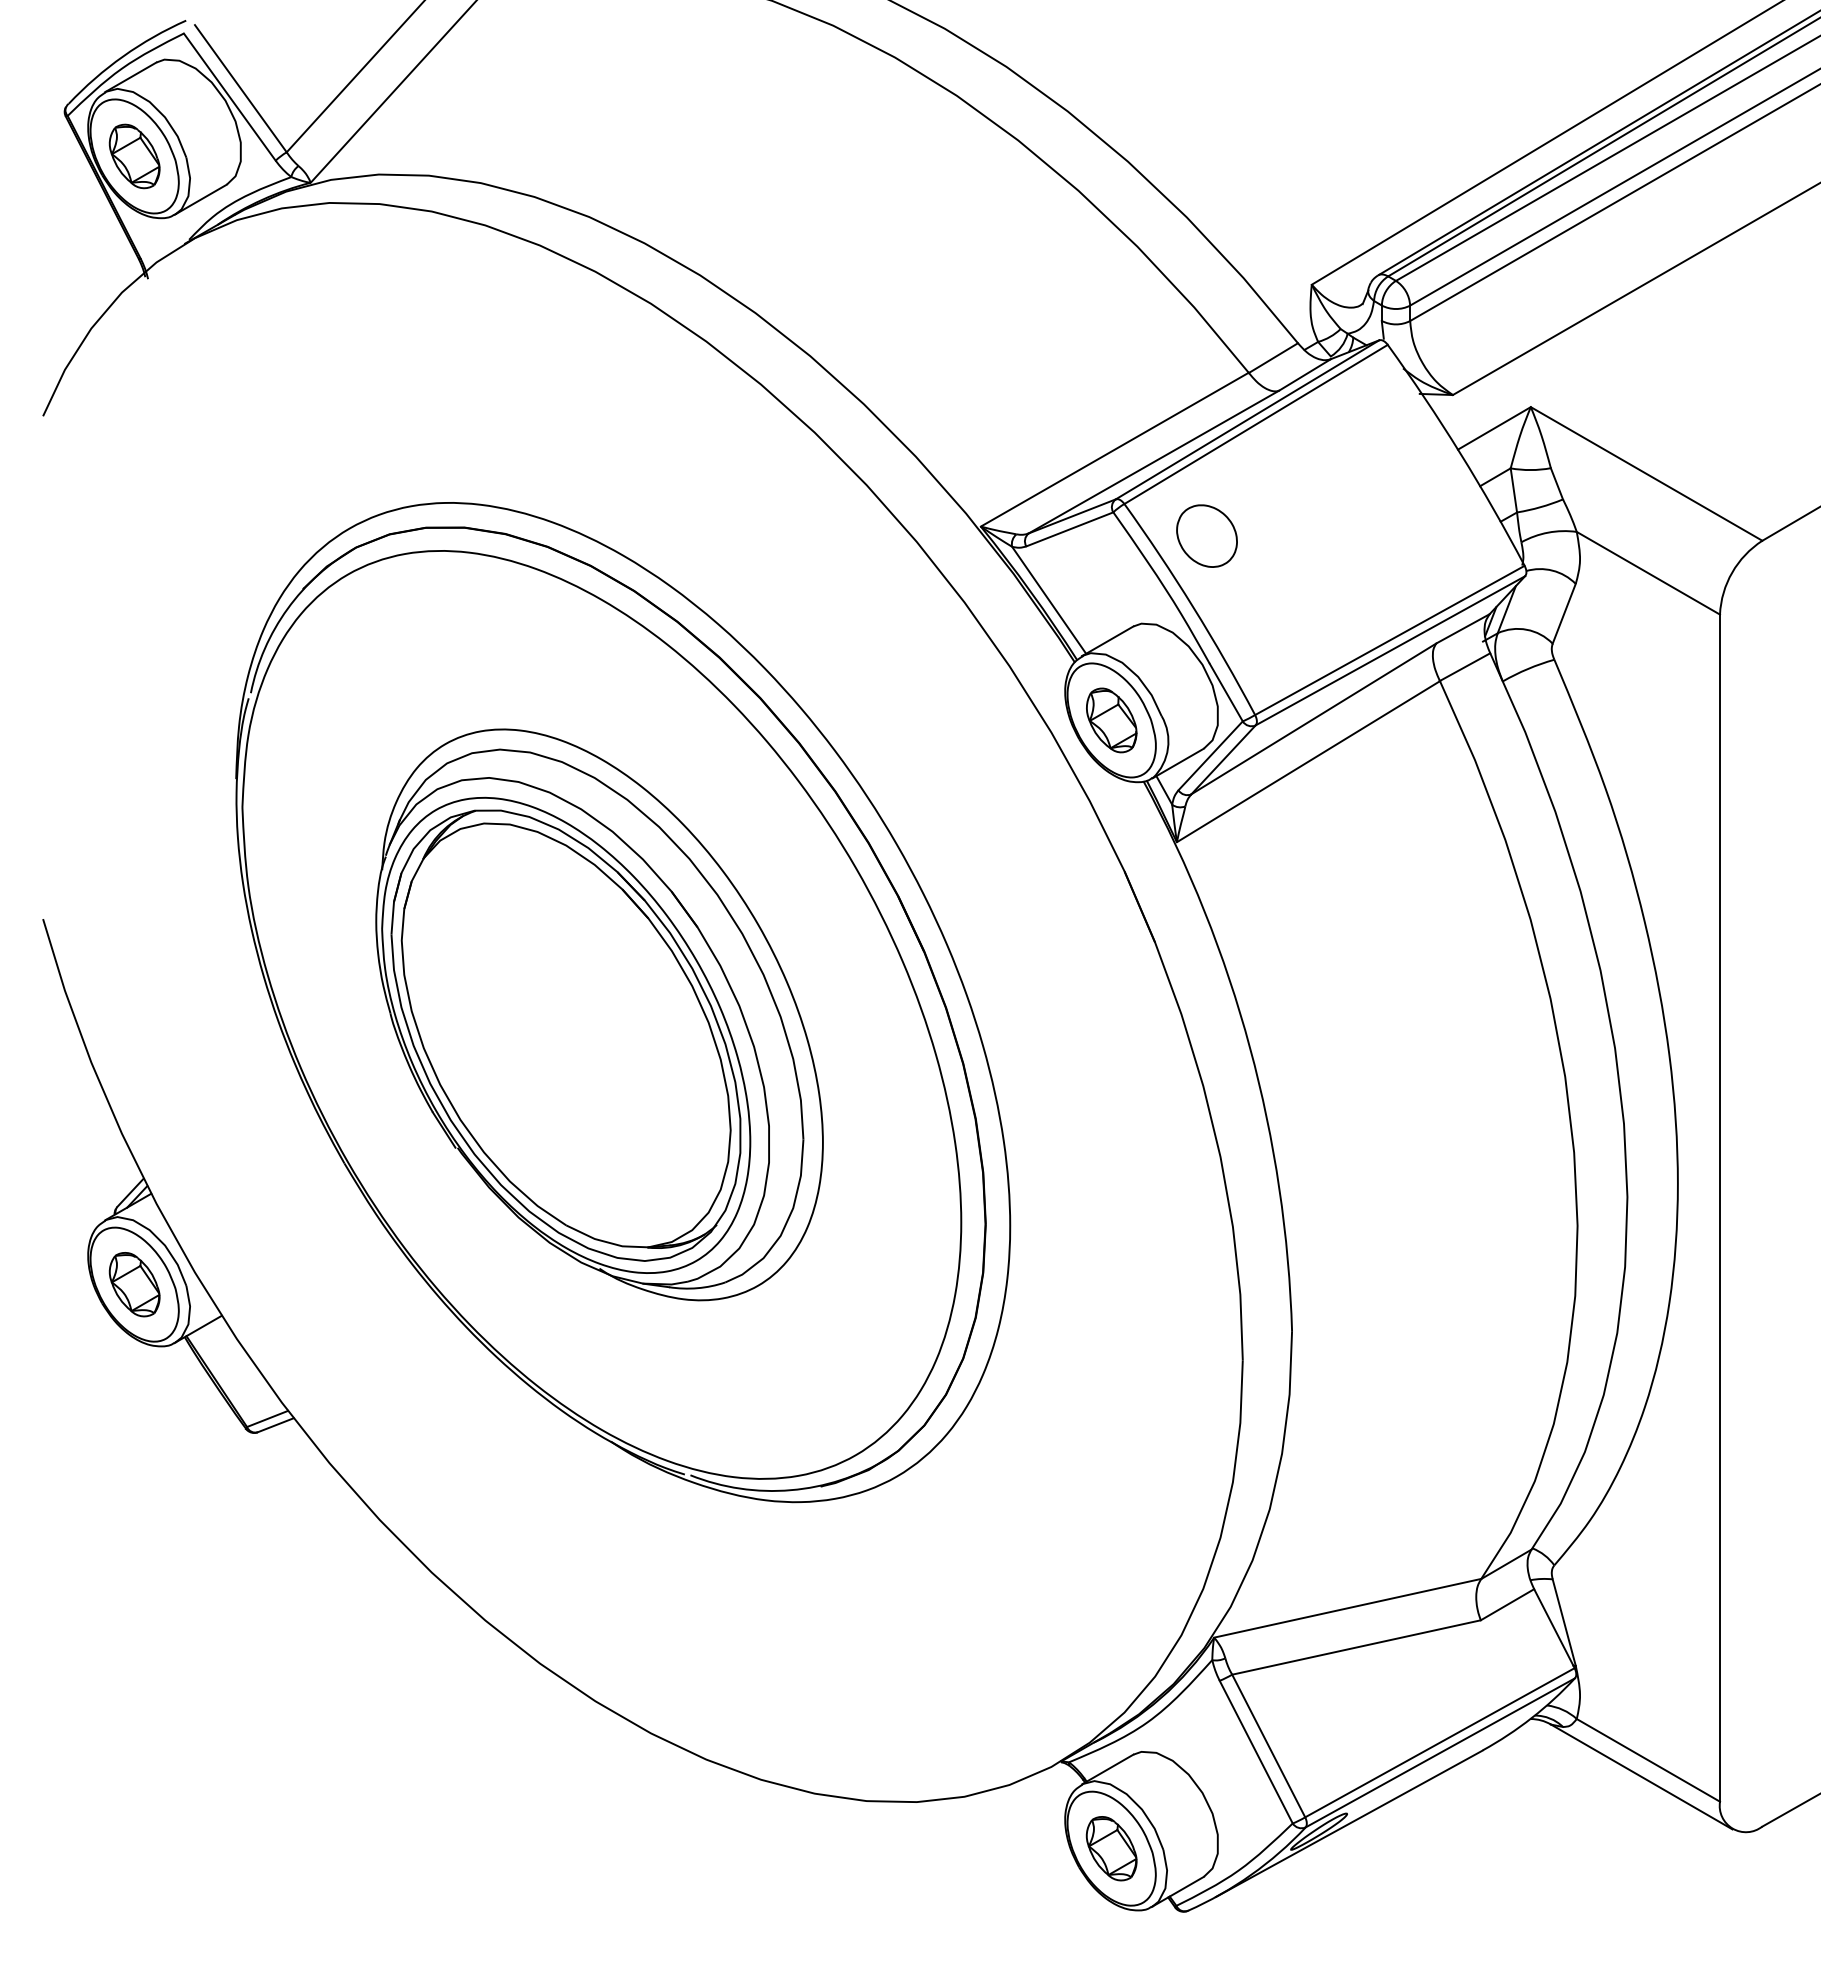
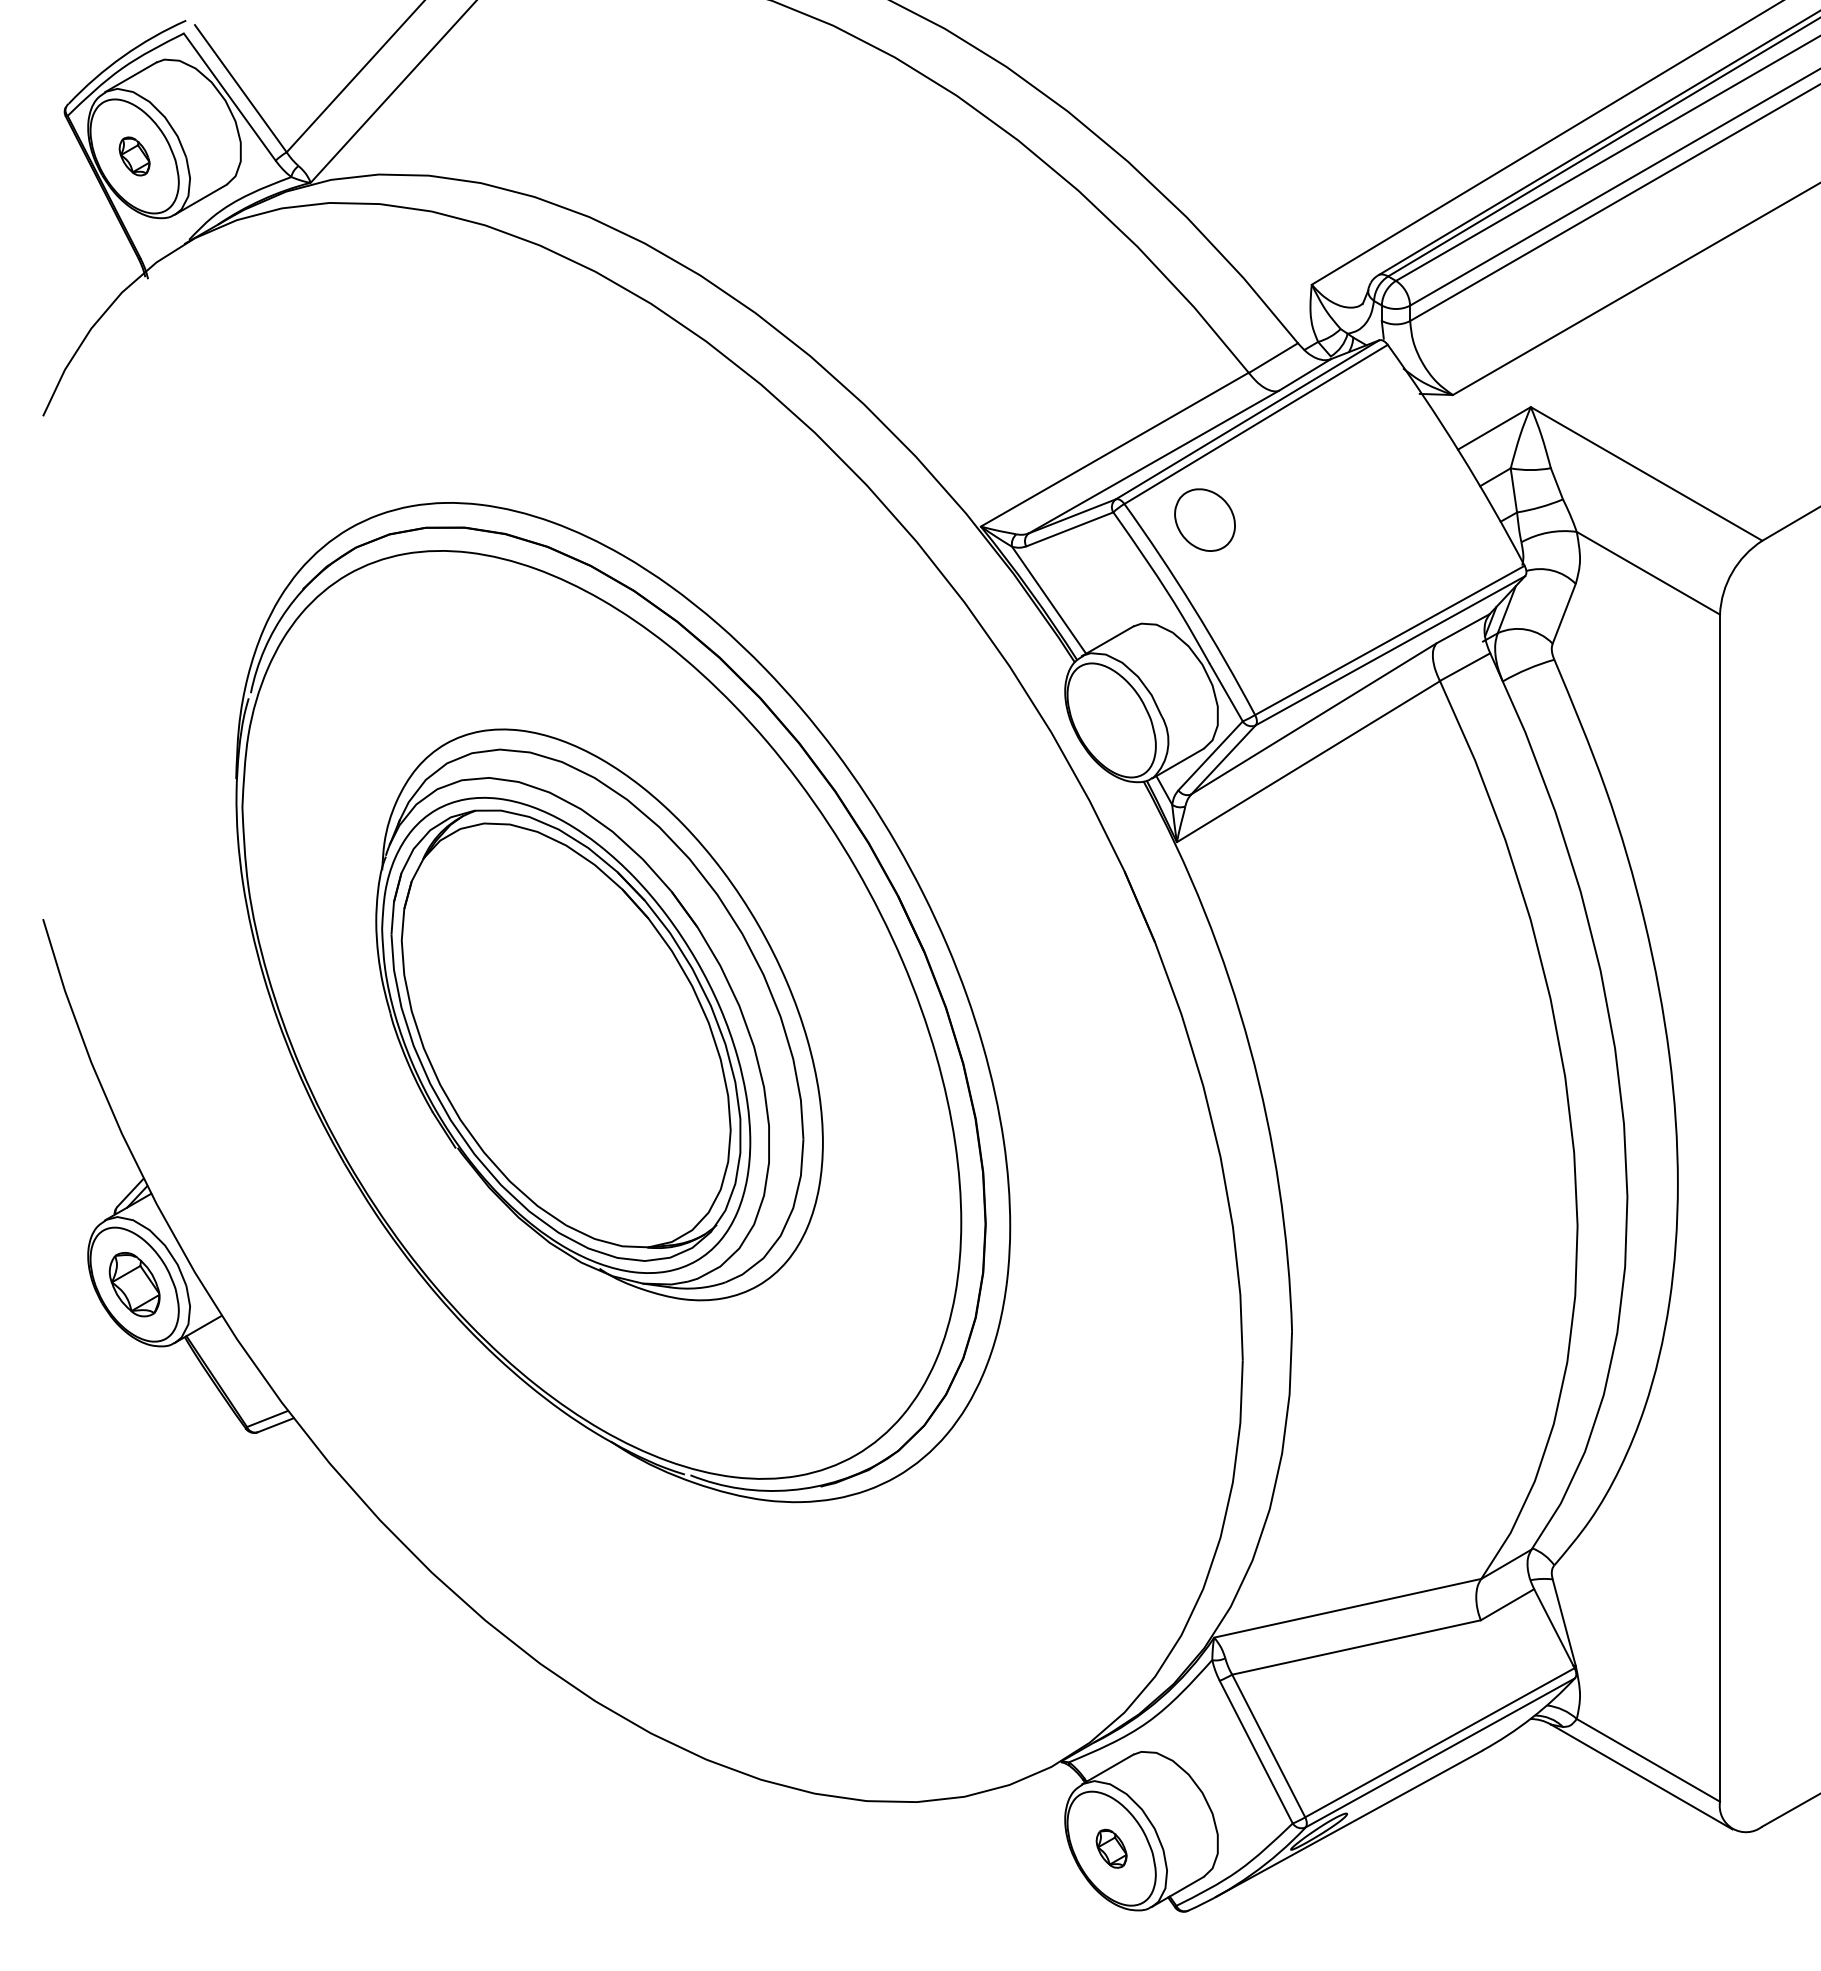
part at (134, 156) size: 53x67 px -> 33x41 px
part at (1206, 535) position: (1206, 535) -> (1204, 519)
part at (1111, 720): present -> none
part at (1111, 1848) size: 53x66 px -> 33x41 px
